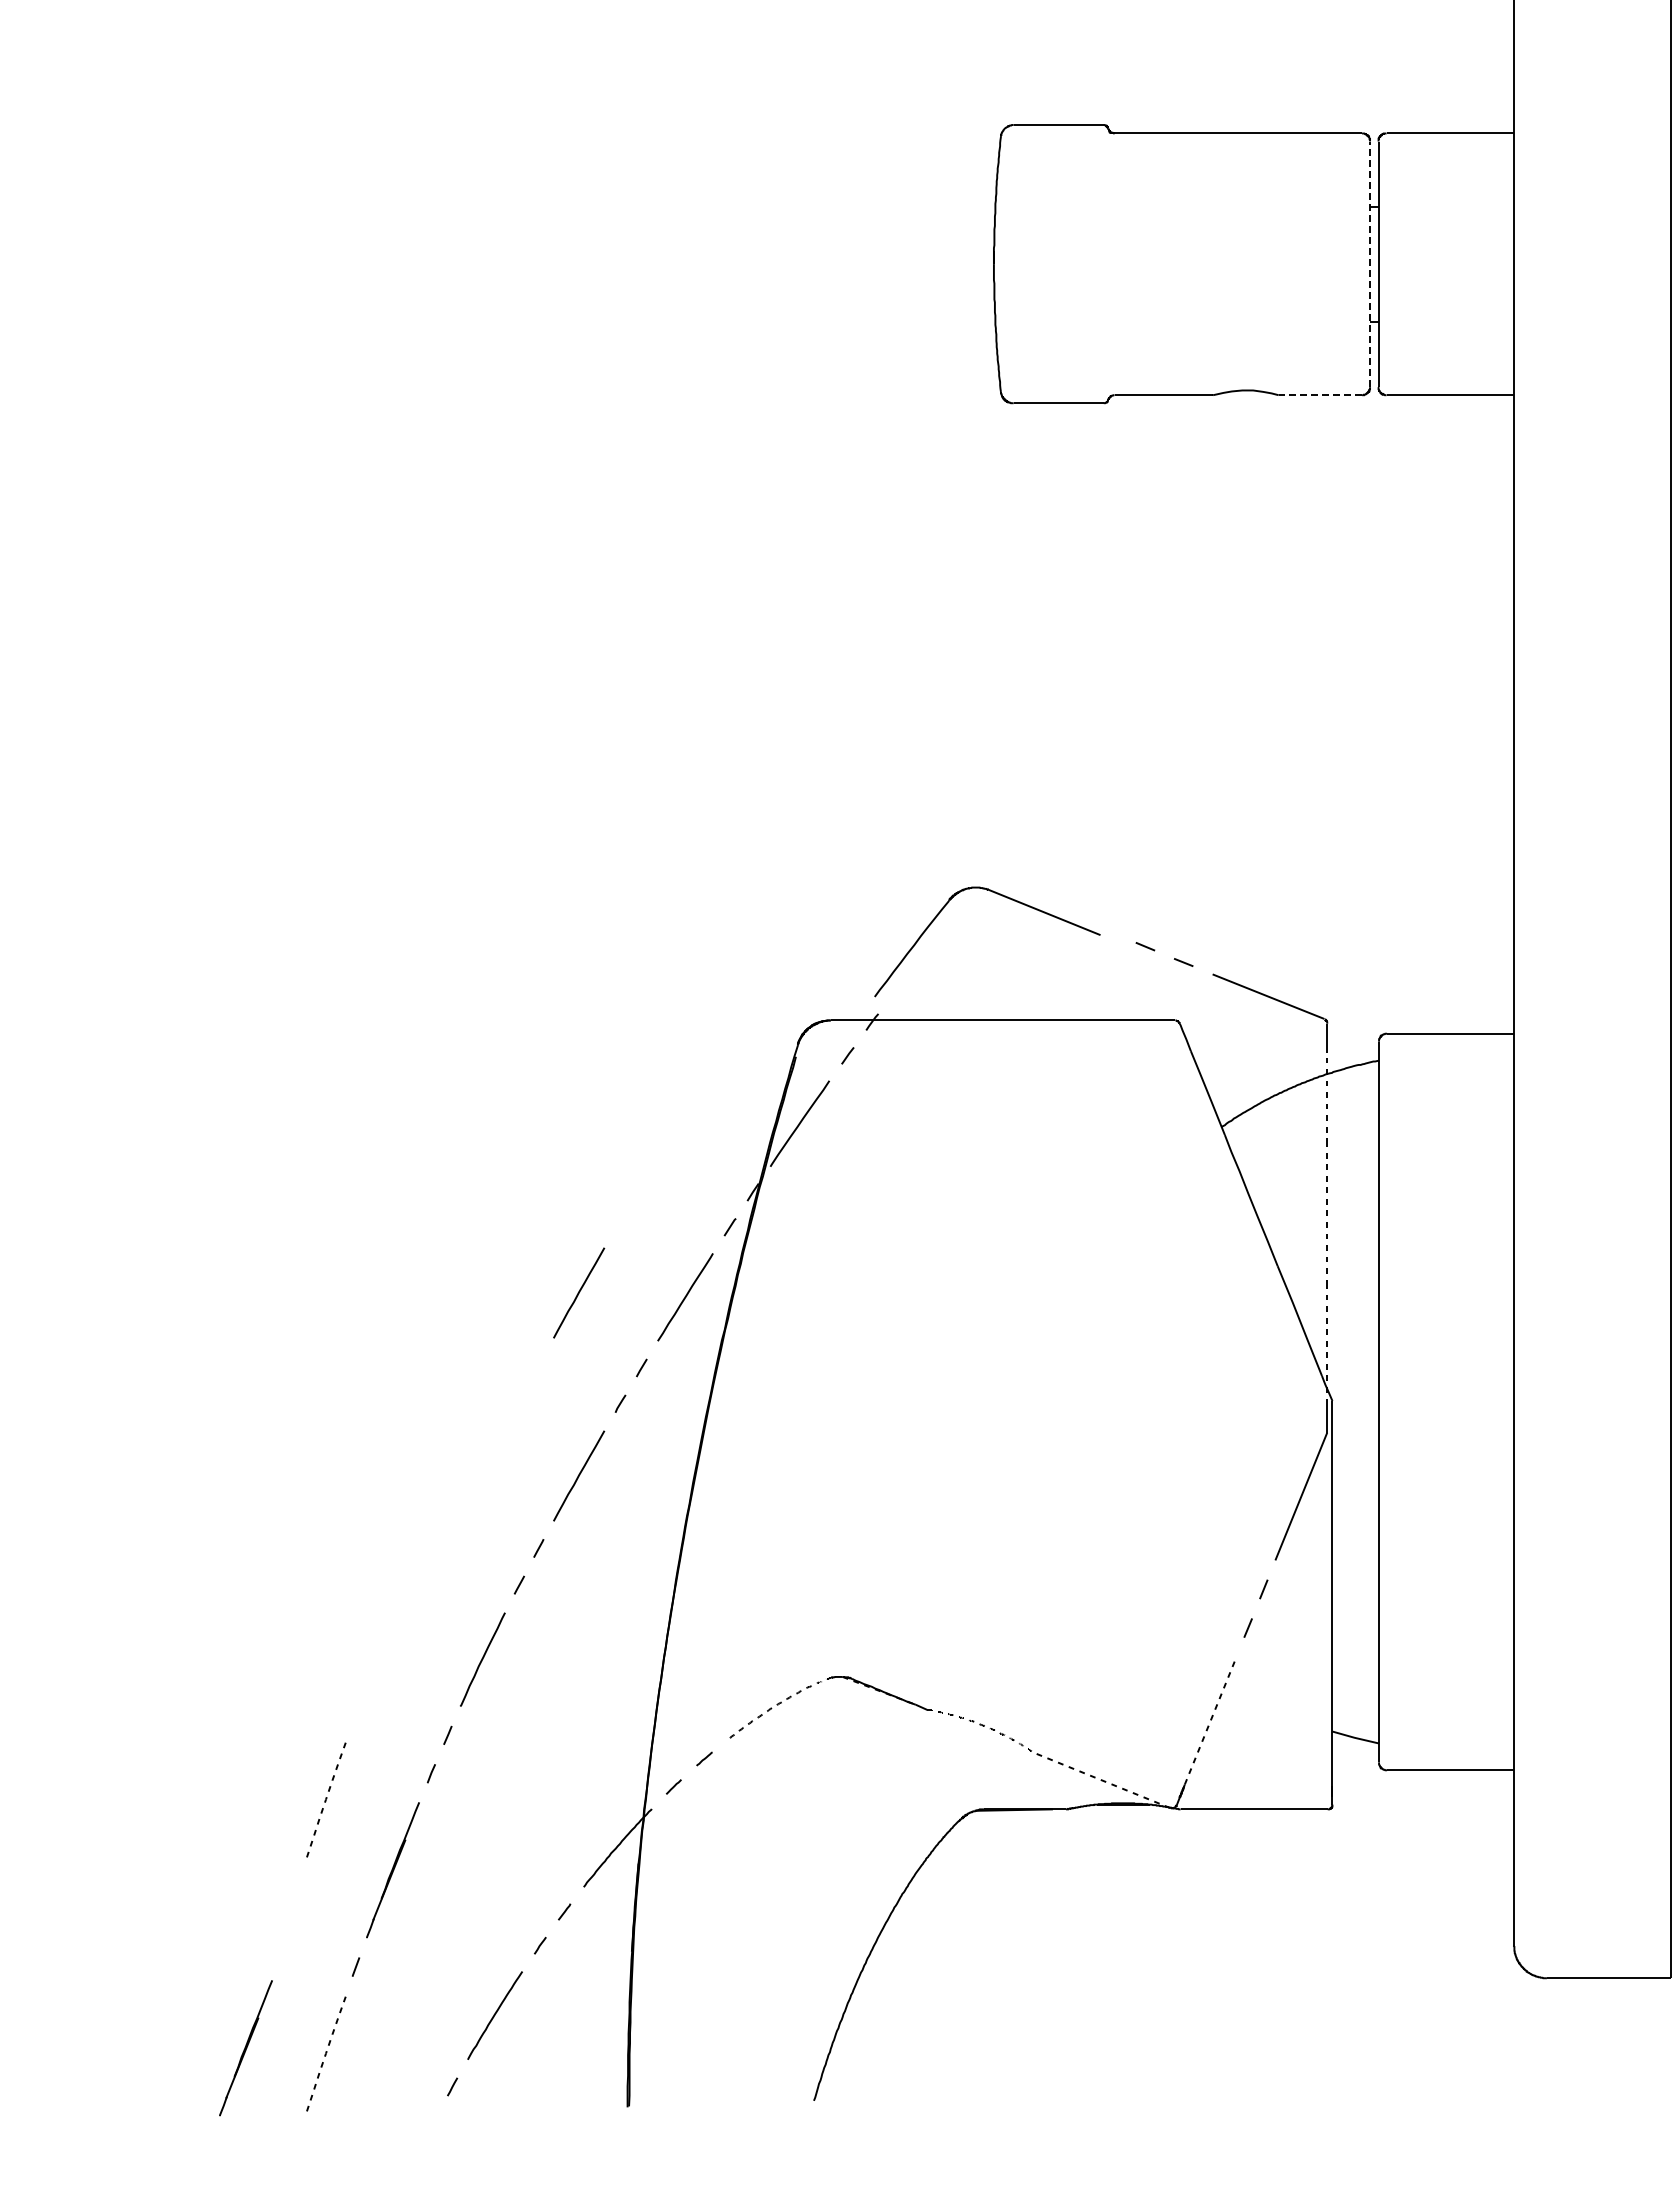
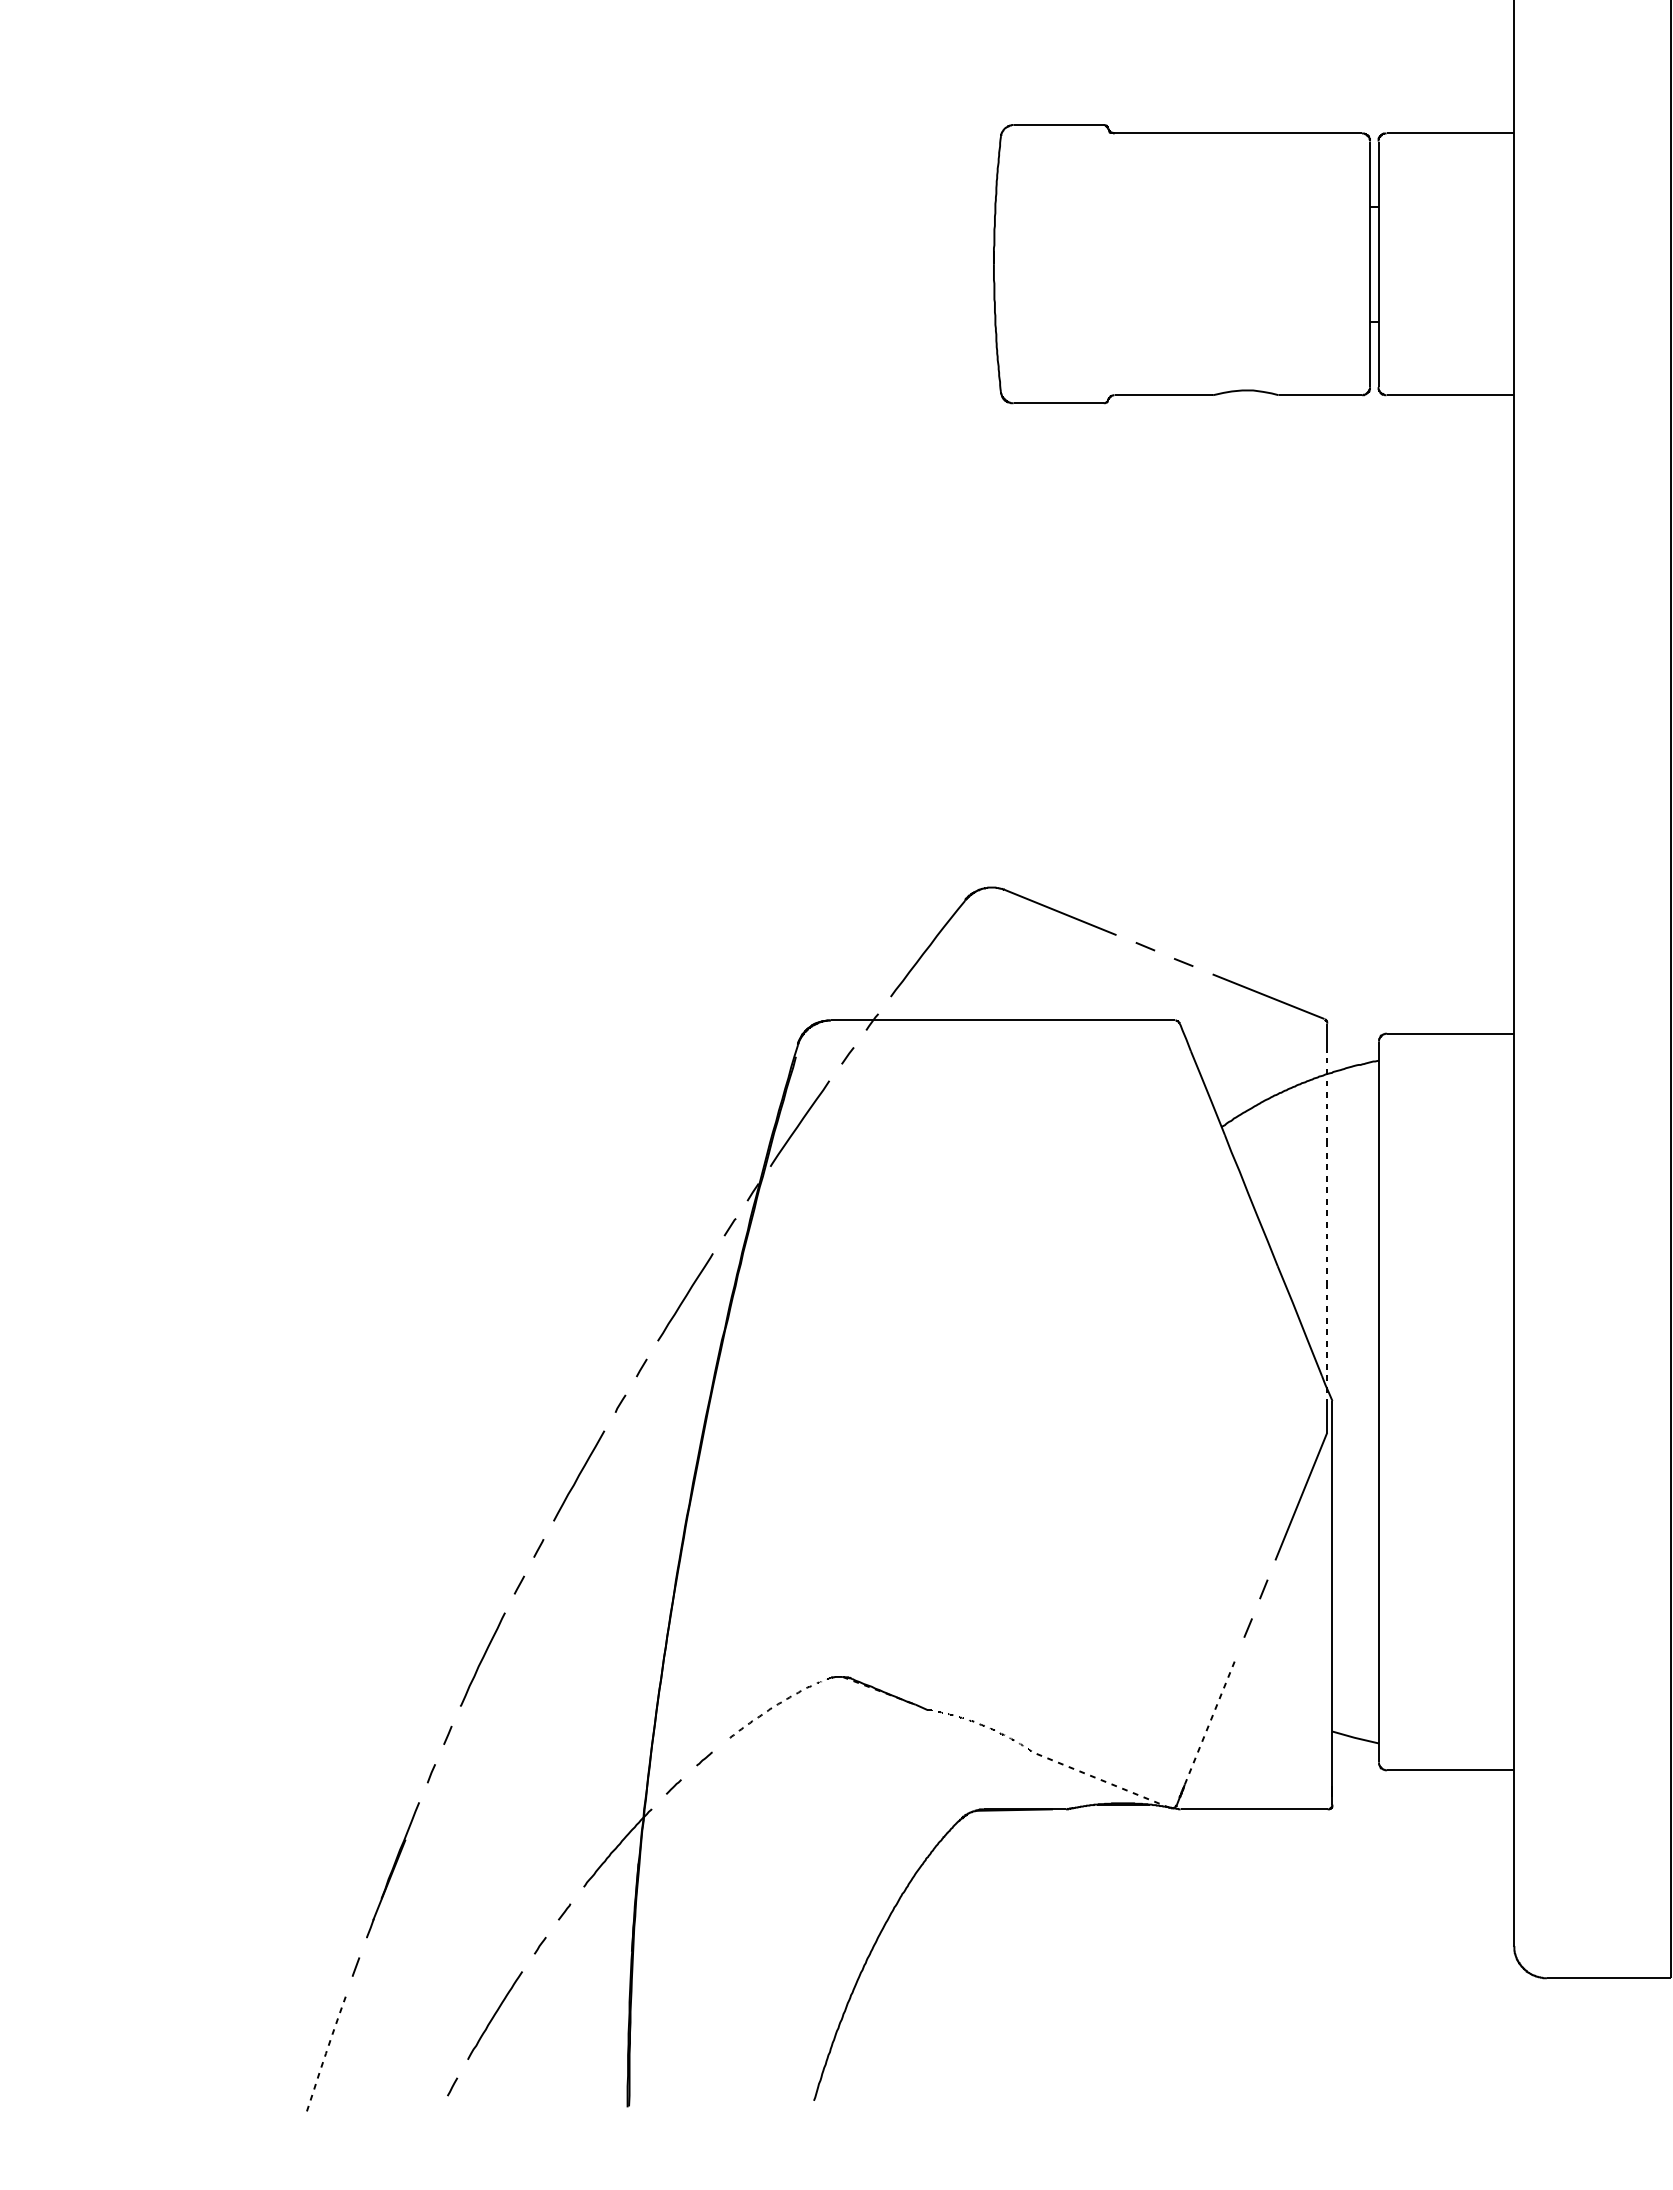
line at (1370, 264): dashed -> solid
line at (1320, 395): dashed -> solid
part at (1004, 897) position: (1004, 897) -> (1020, 897)
line at (579, 1292): present -> none
curve at (326, 1799): present -> none
line at (245, 2048): present -> none
